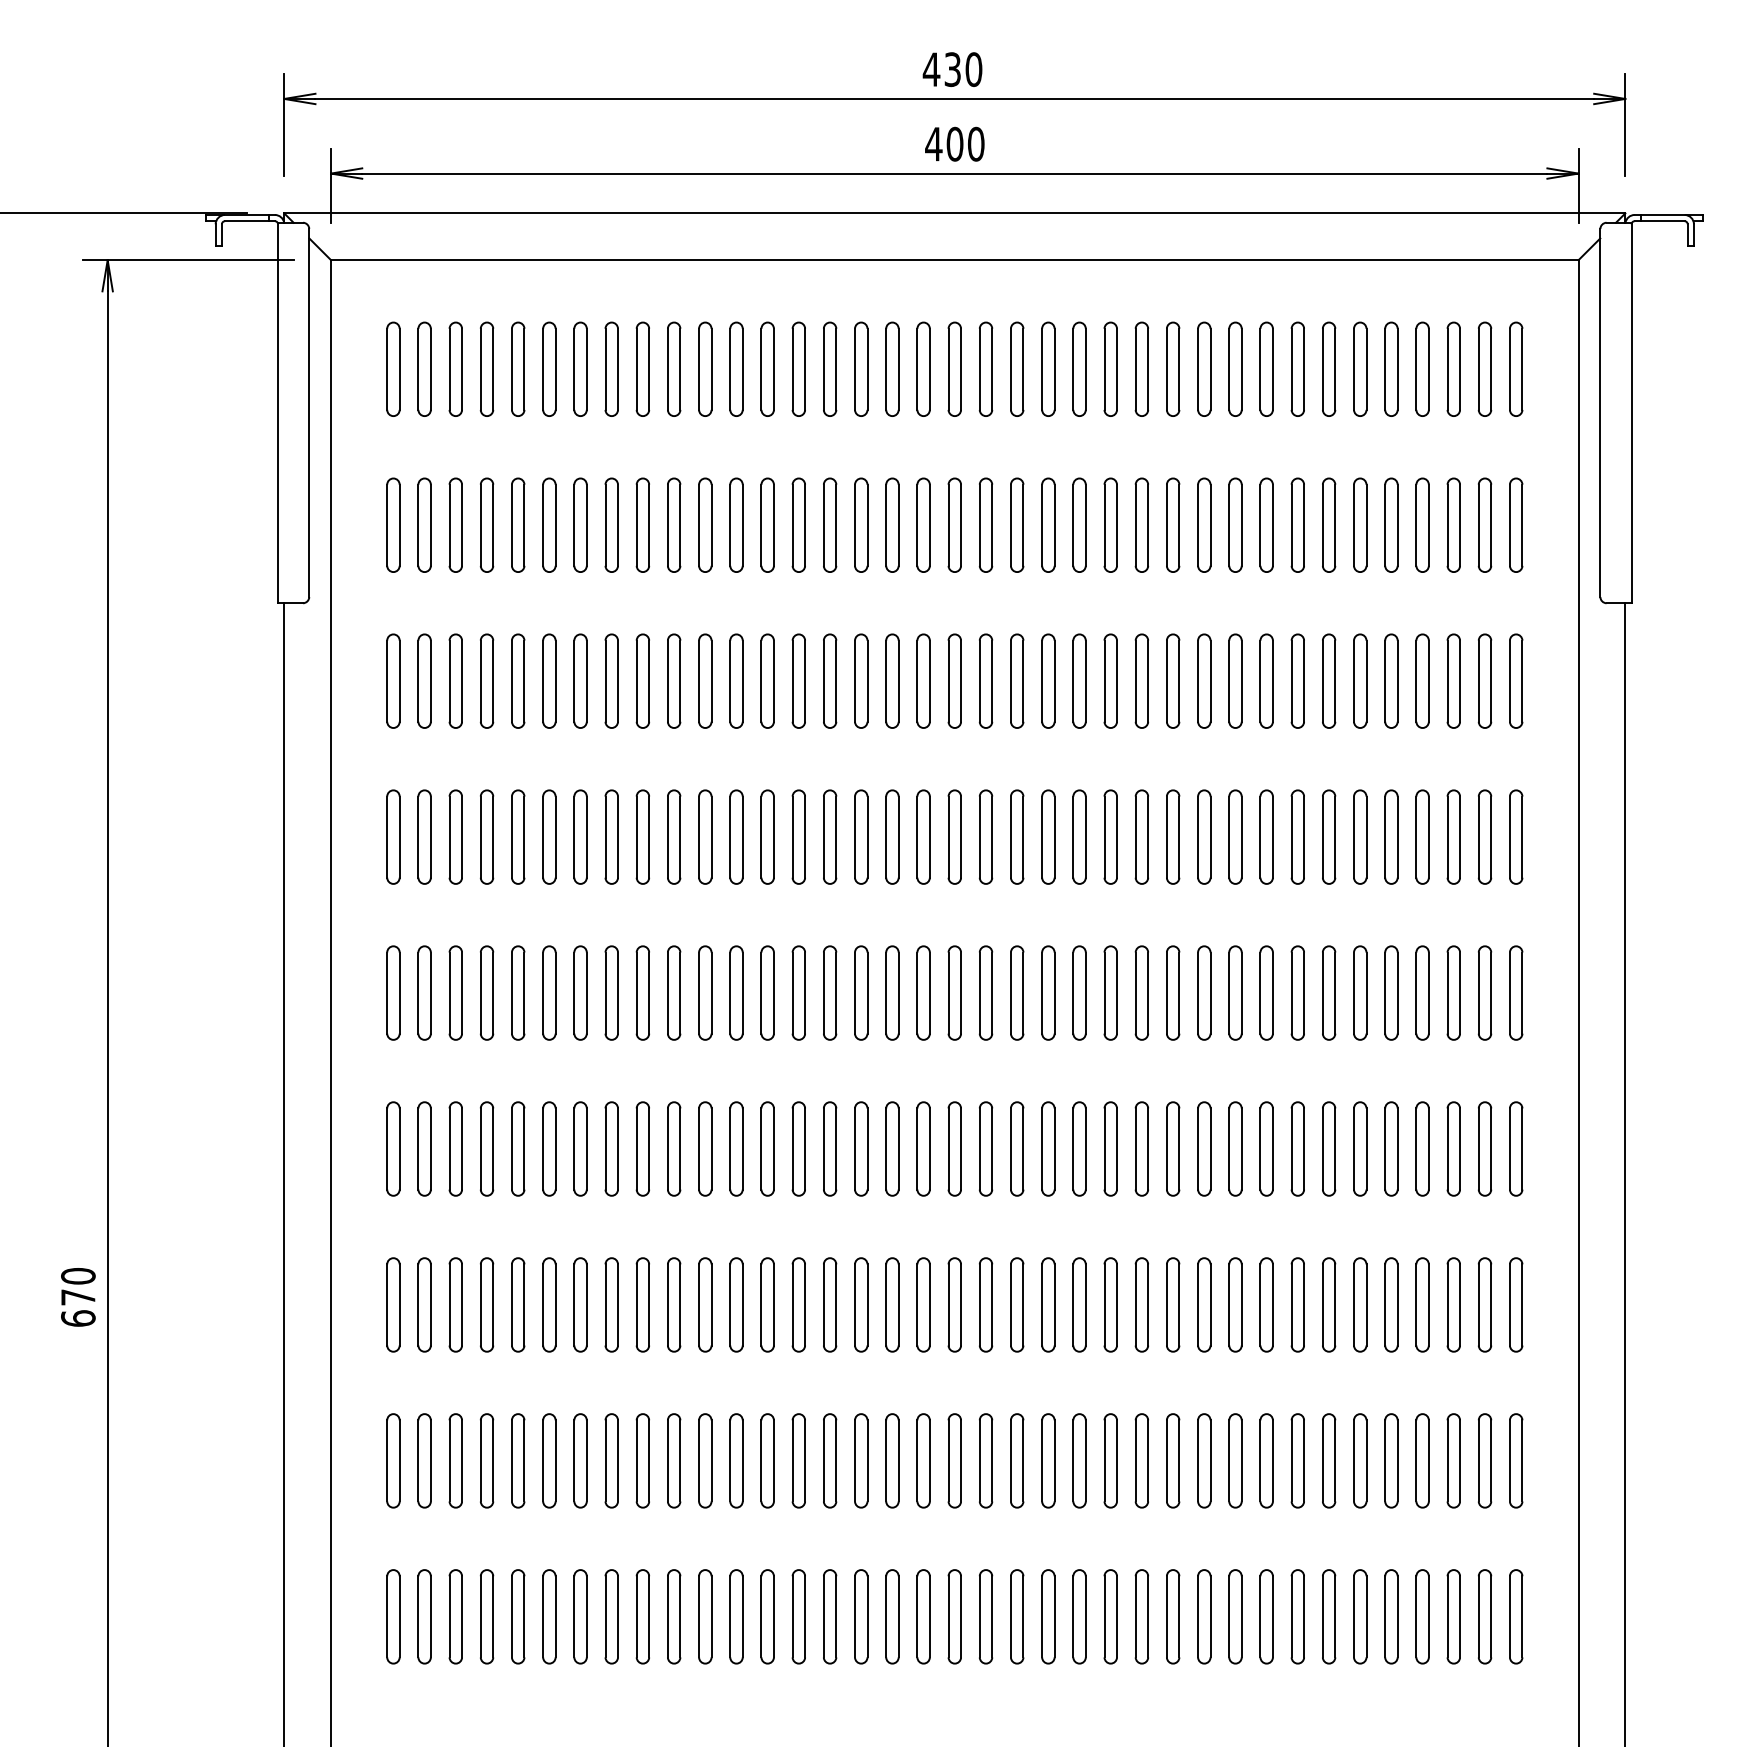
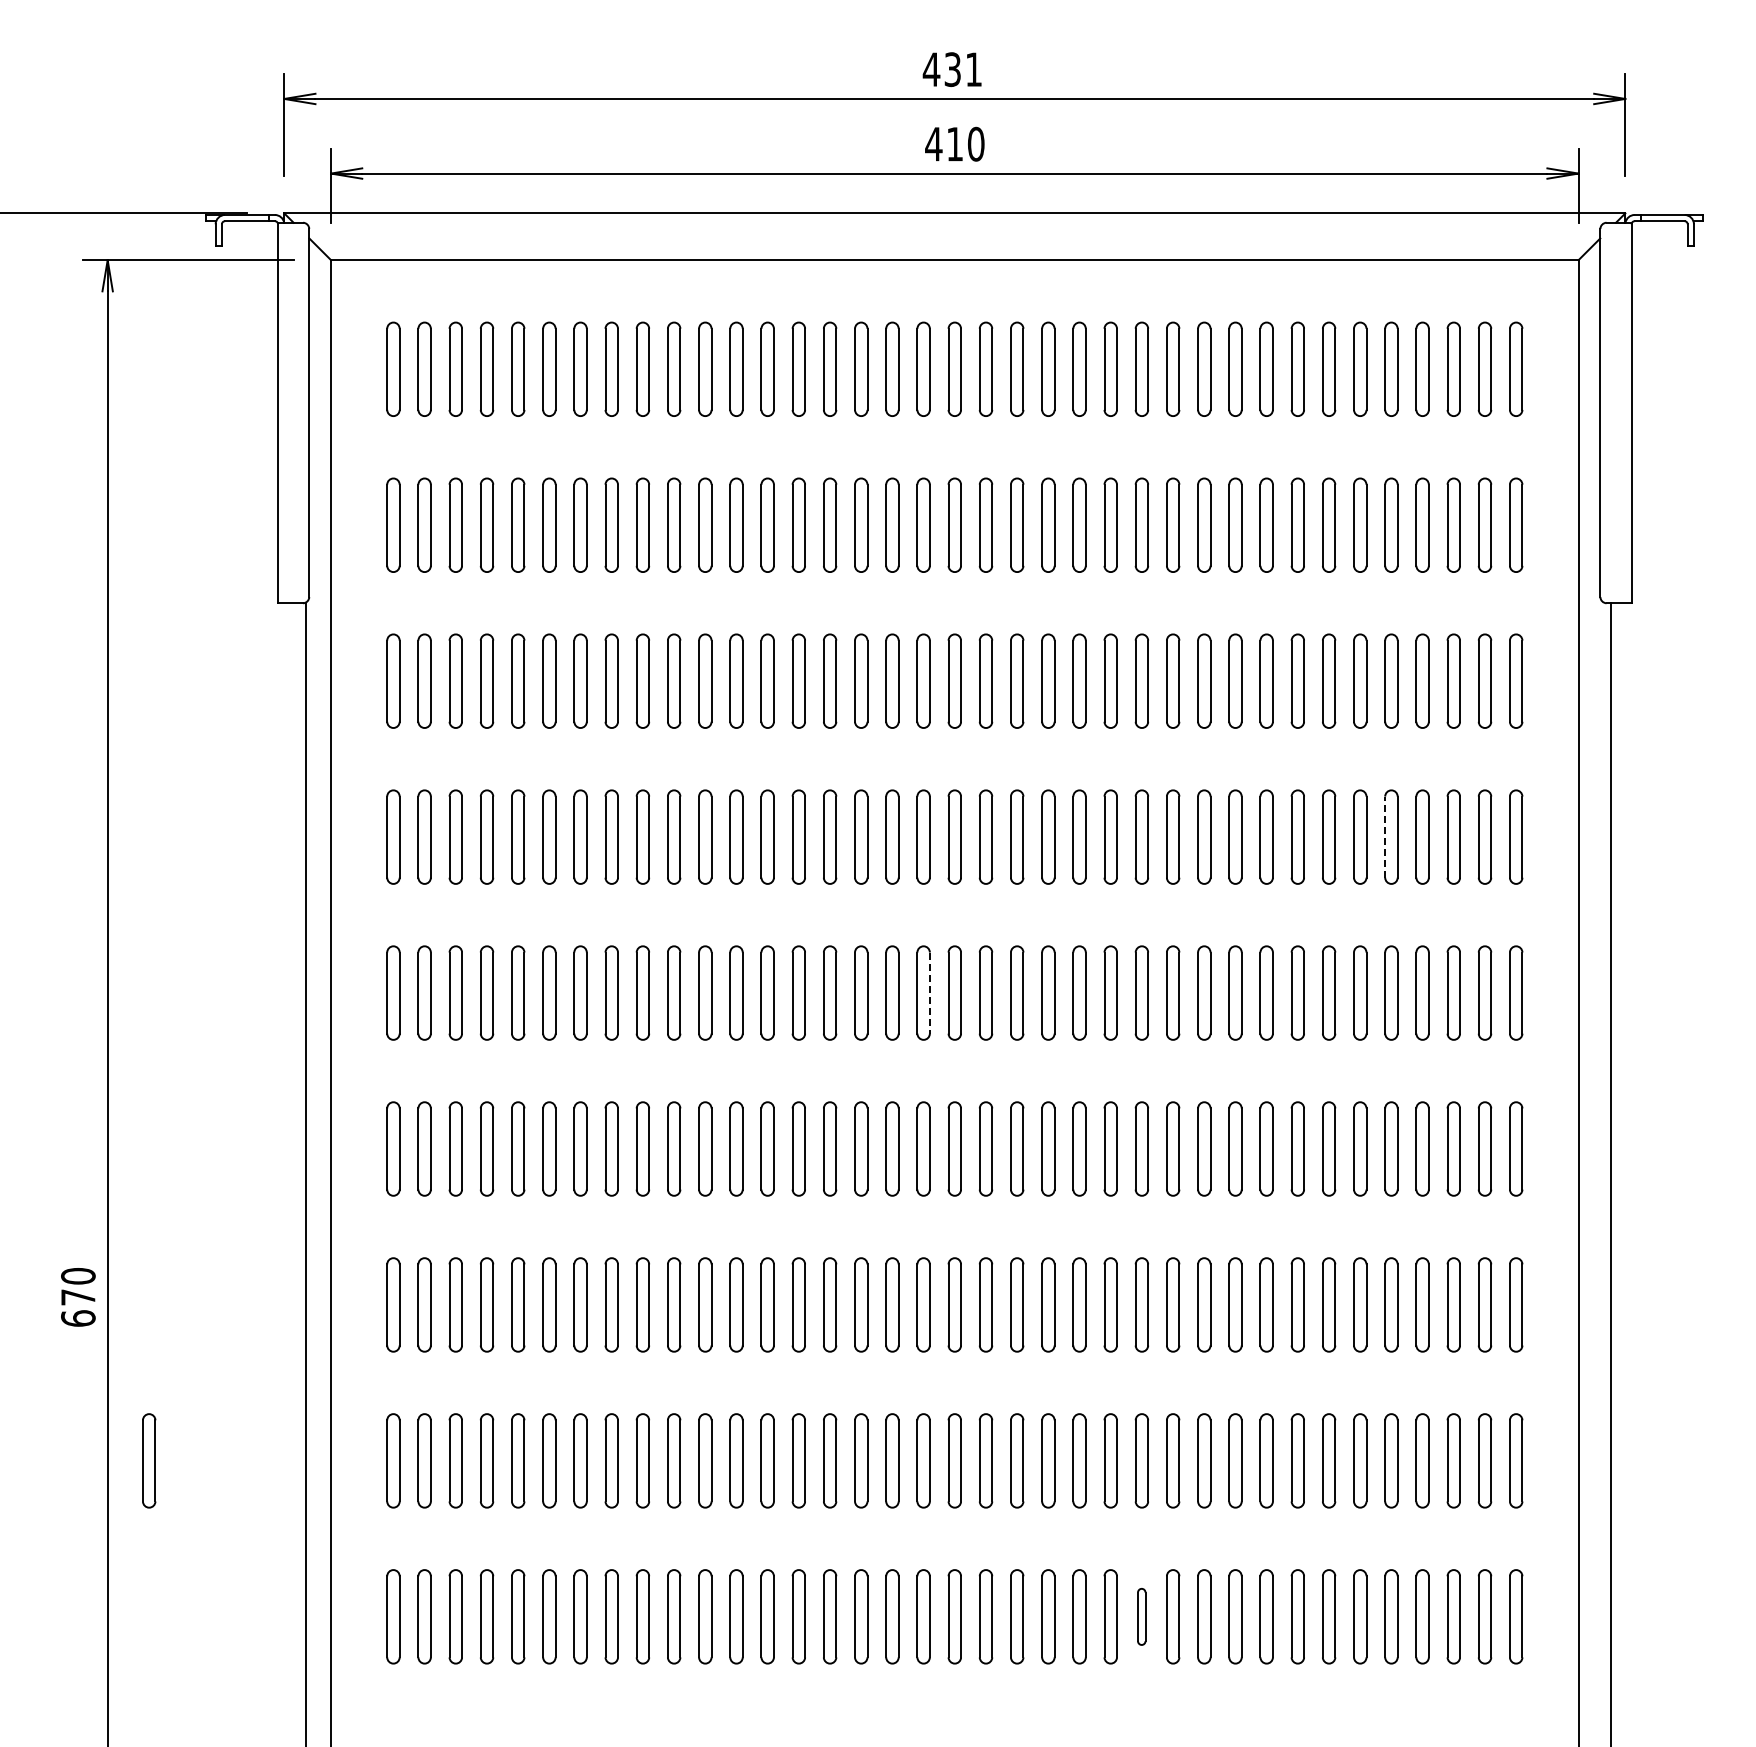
text at (973, 69): 430 -> 431
text at (954, 143): 400 -> 410
line at (1385, 837): solid -> dashed
line at (929, 993): solid -> dashed
line at (284, 1173) position: (284, 1173) -> (306, 1173)
line at (1625, 1173) position: (1625, 1173) -> (1611, 1173)
part at (149, 1460): none -> present
part at (1141, 1616) size: 15x96 px -> 10x58 px
